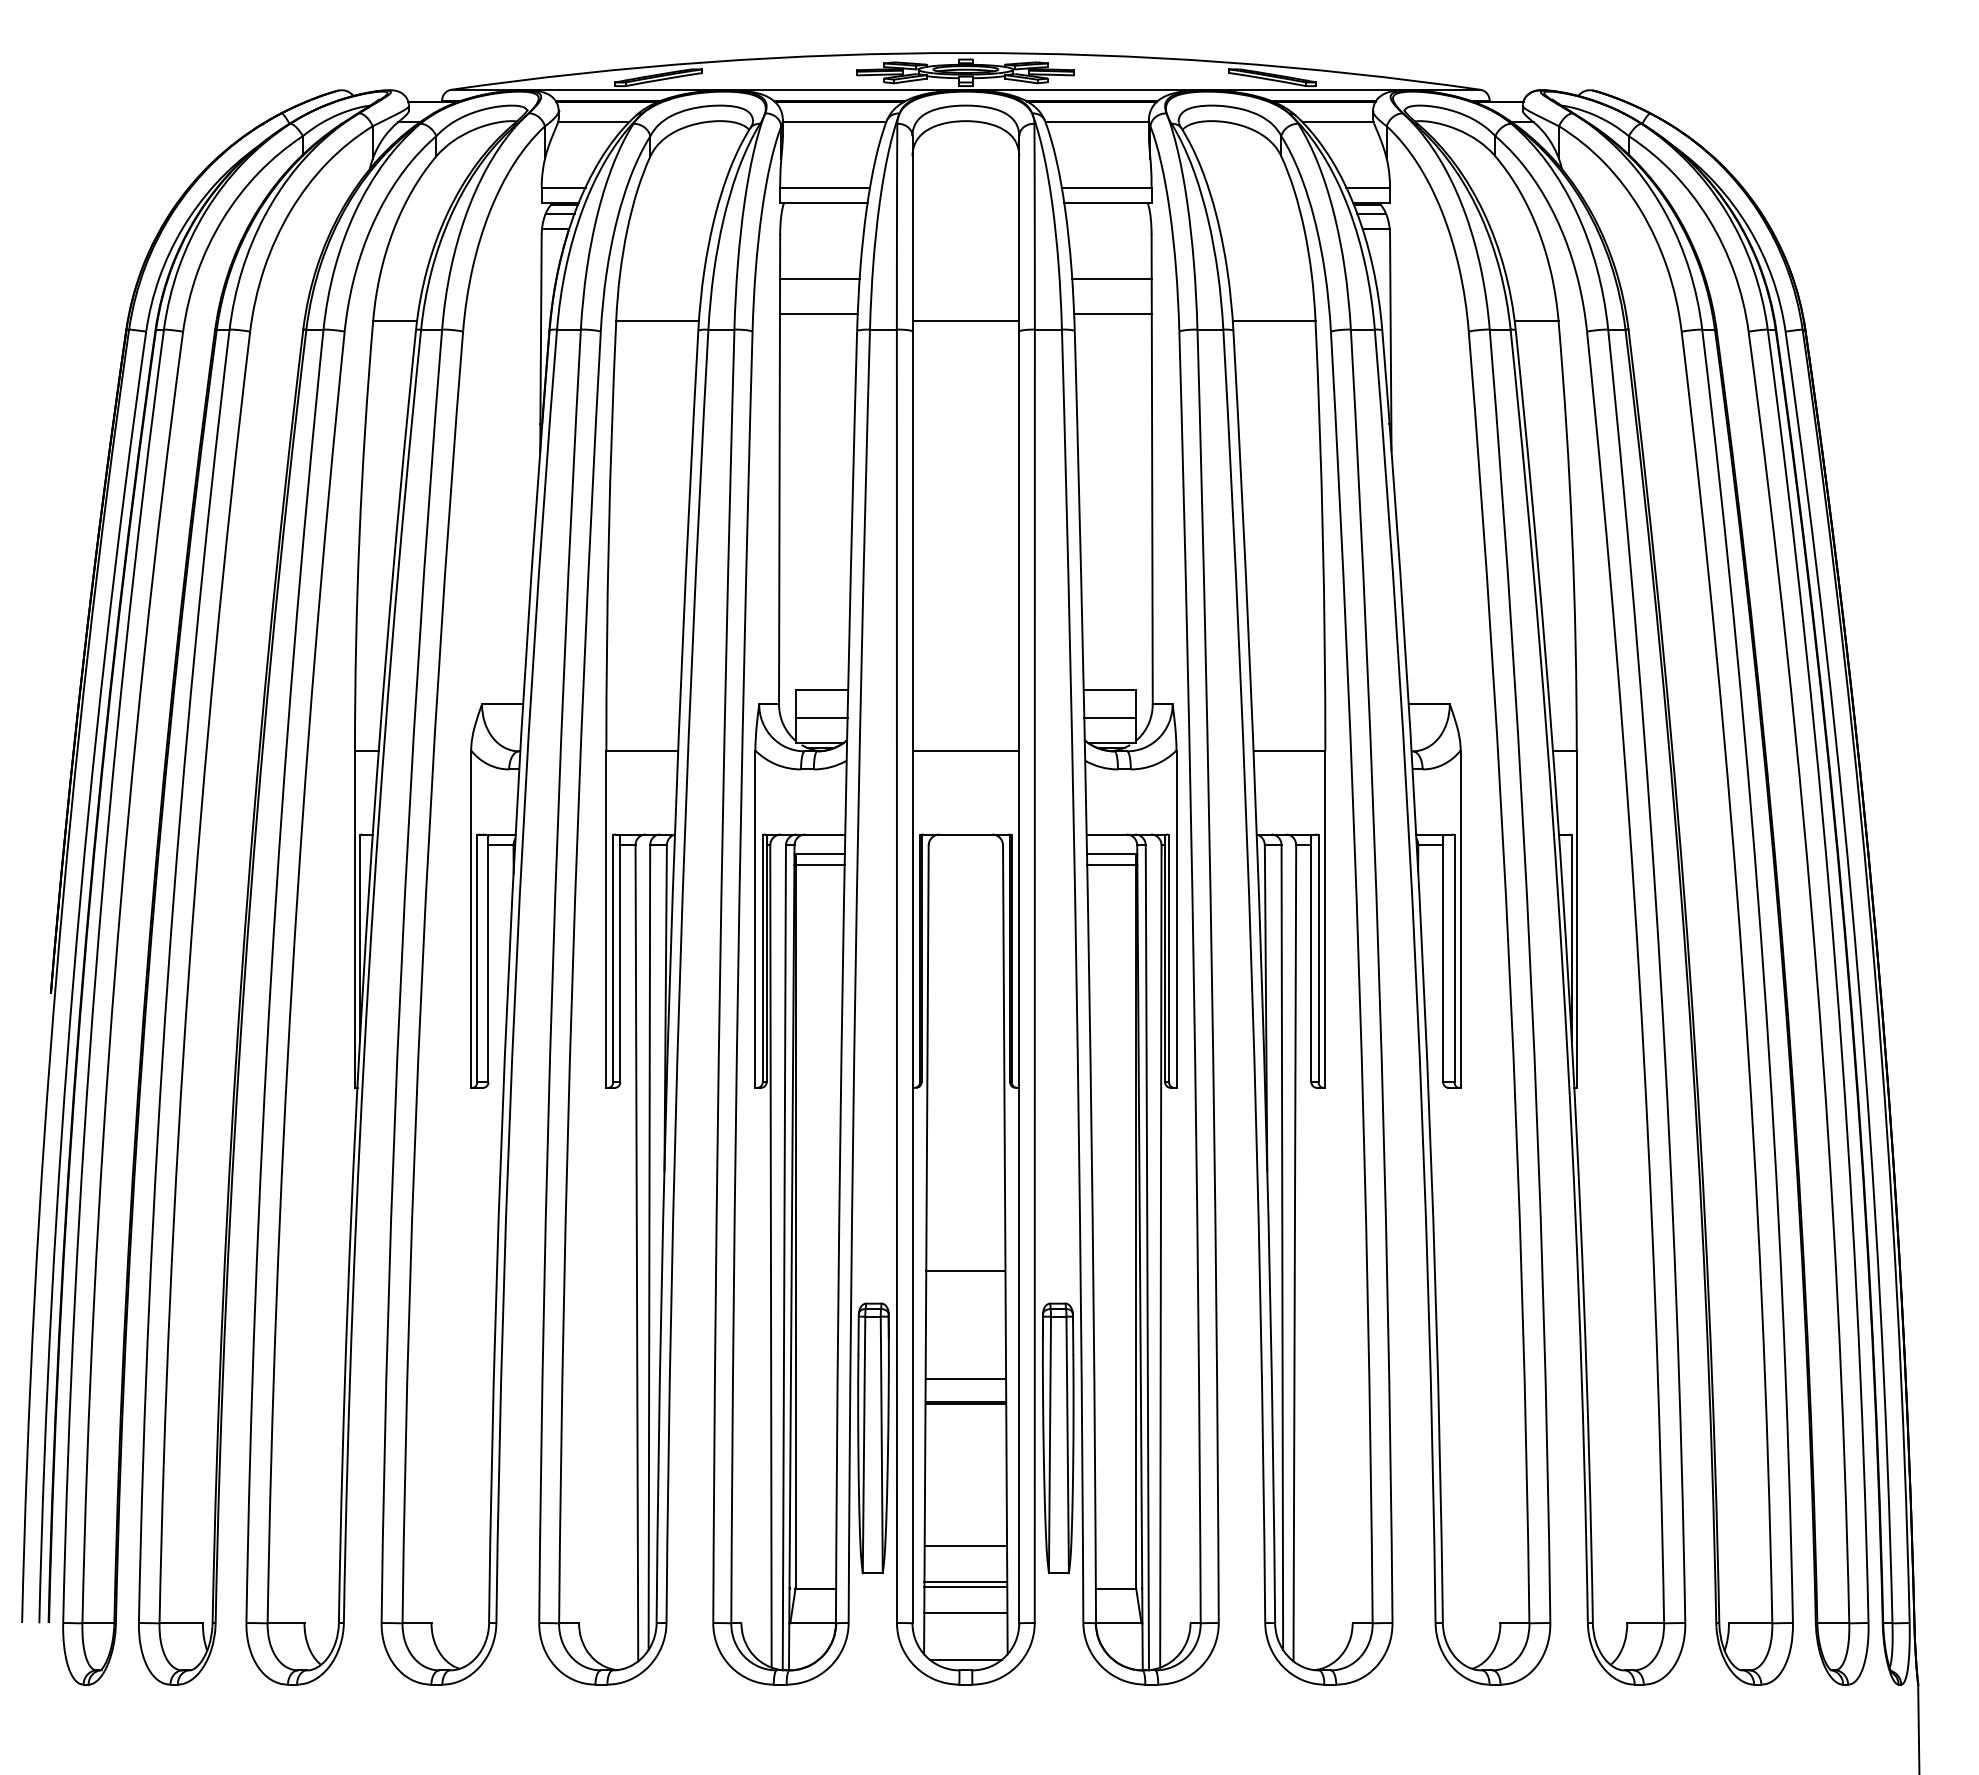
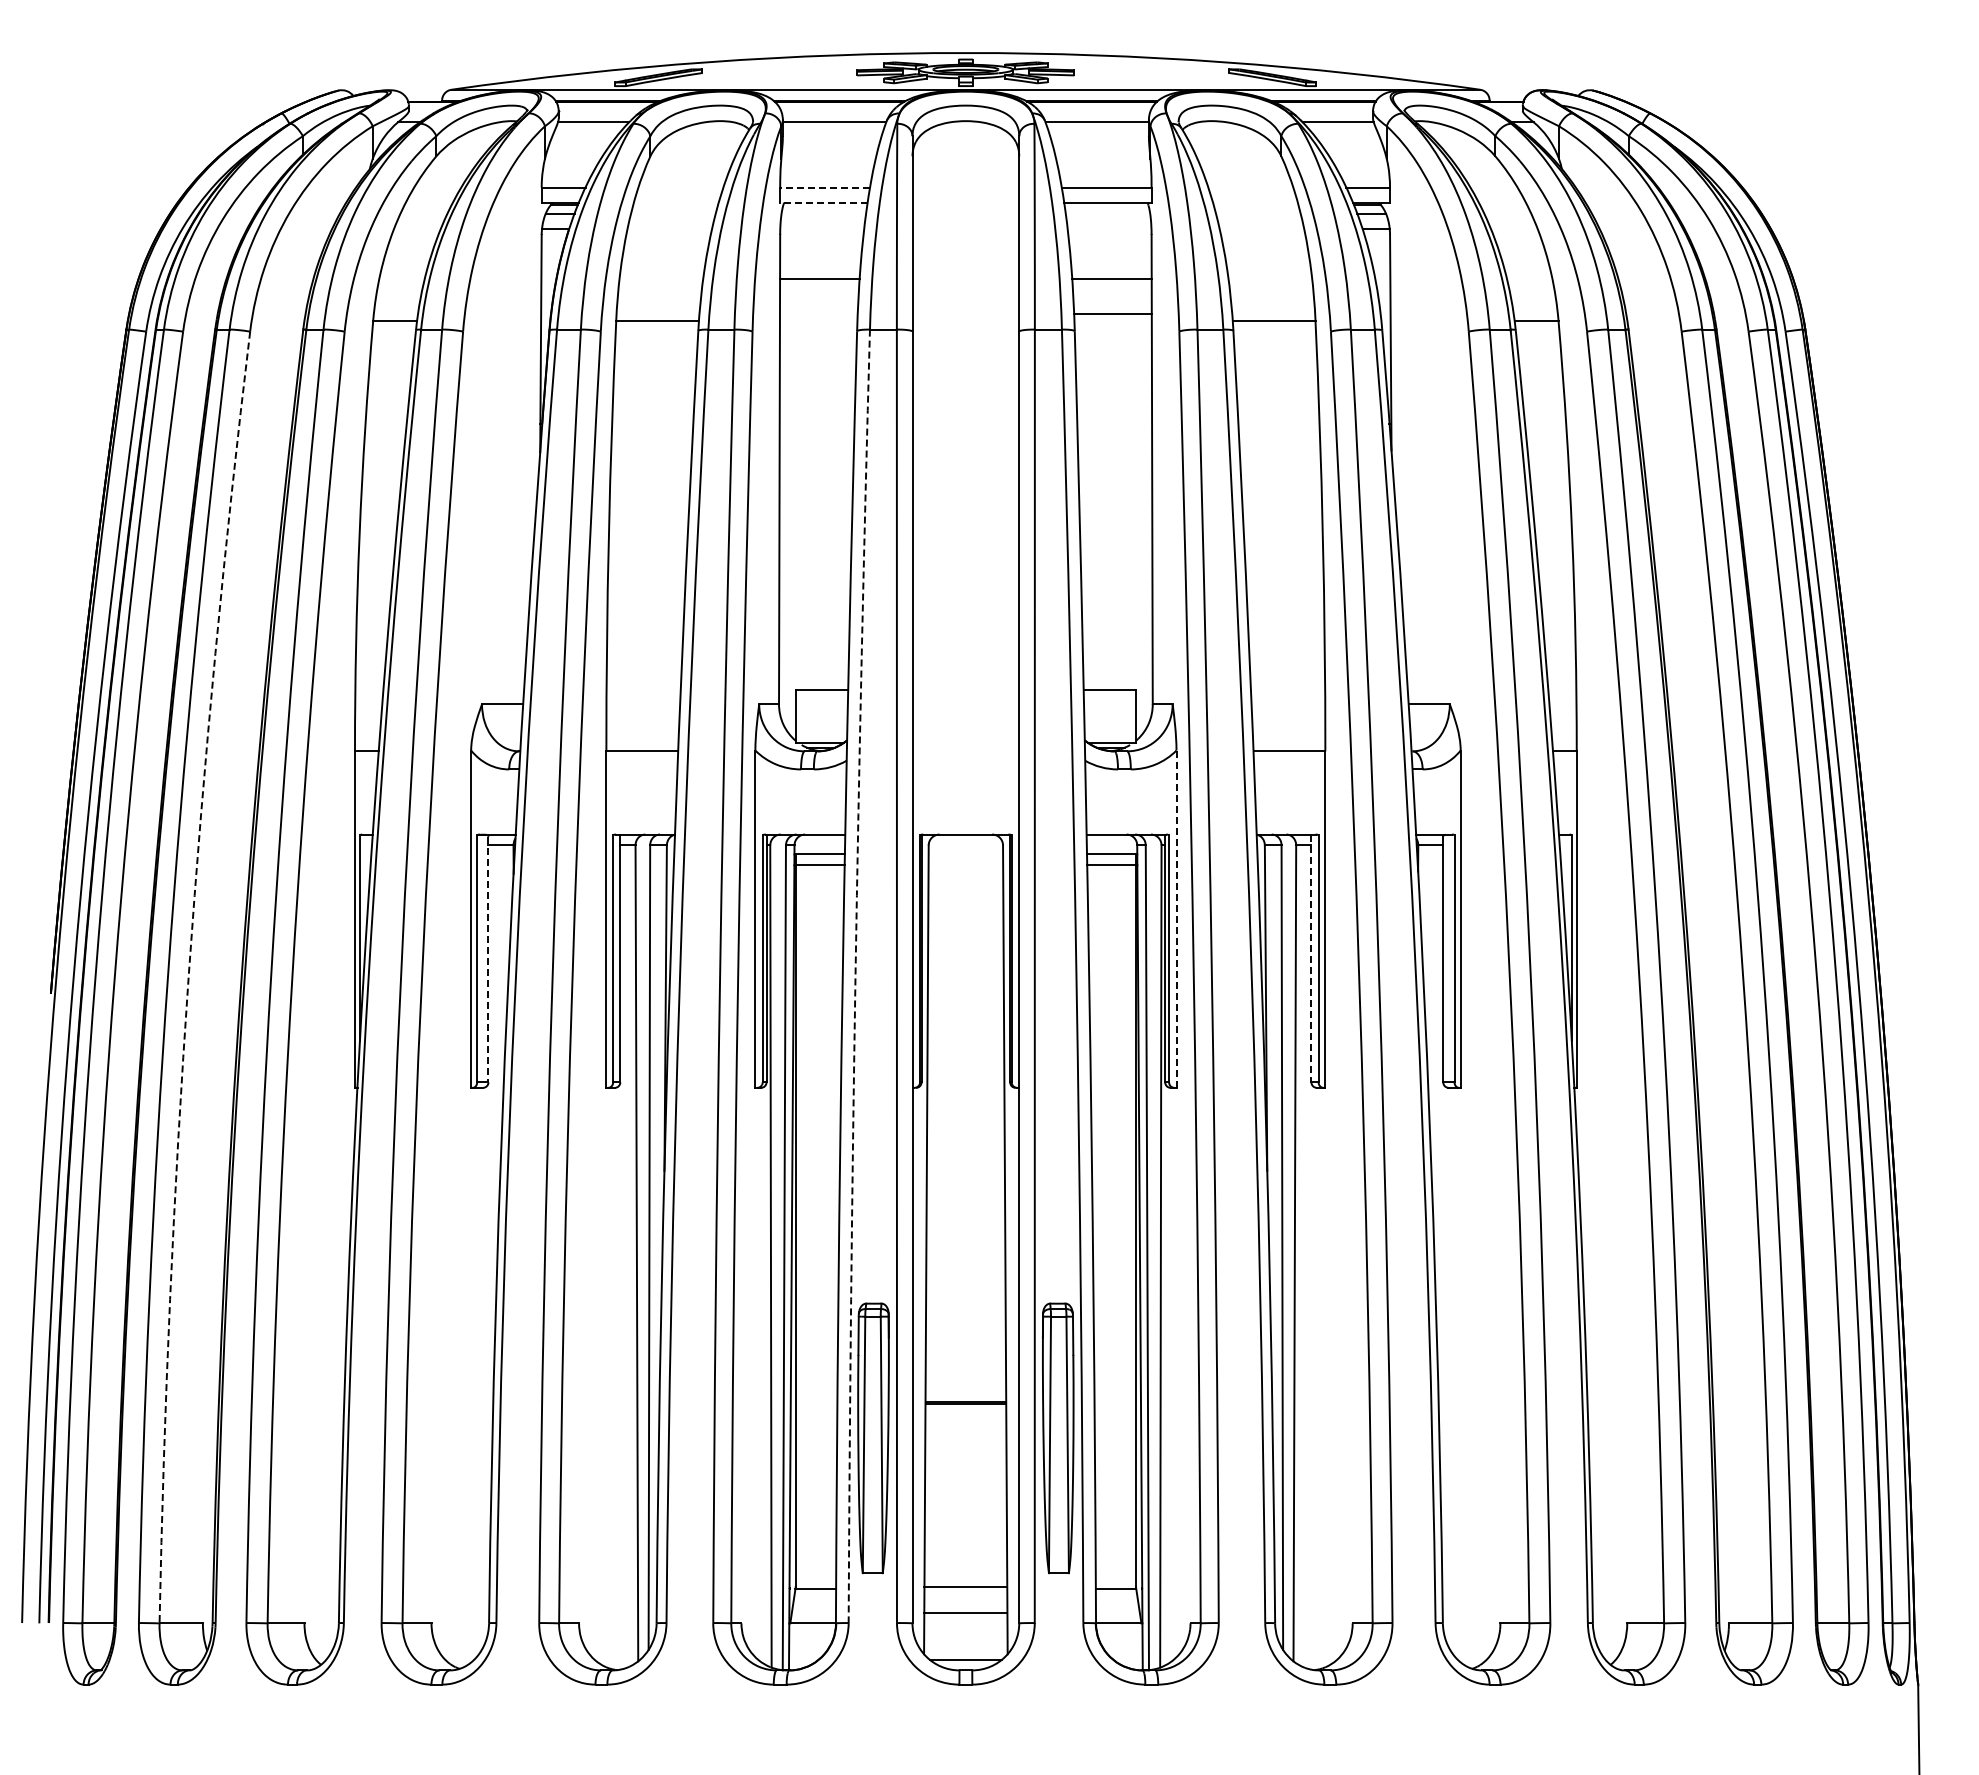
line at (825, 187): solid -> dashed
line at (823, 202): solid -> dashed
line at (818, 314): present -> none
line at (965, 320): present -> none
line at (821, 717): present -> none
line at (1110, 717): present -> none
line at (965, 751): present -> none
line at (1176, 919): solid -> dashed
line at (1311, 958): solid -> dashed
line at (488, 959): solid -> dashed
arc at (188, 976): solid -> dashed
arc at (855, 976): solid -> dashed
line at (965, 1271): present -> none
line at (965, 1379): present -> none
line at (965, 1545): present -> none
line at (965, 1581): present -> none
